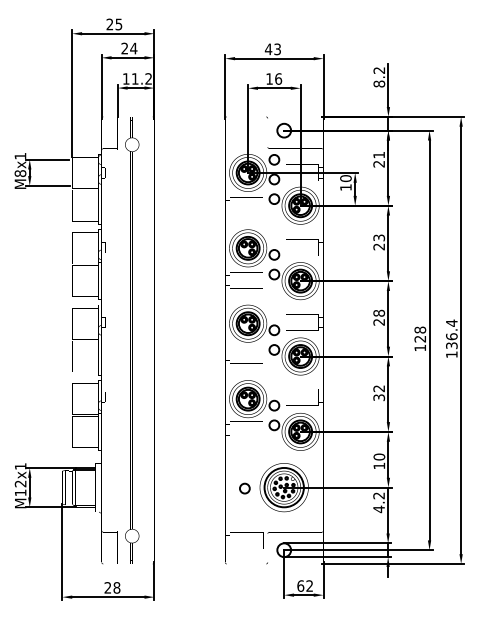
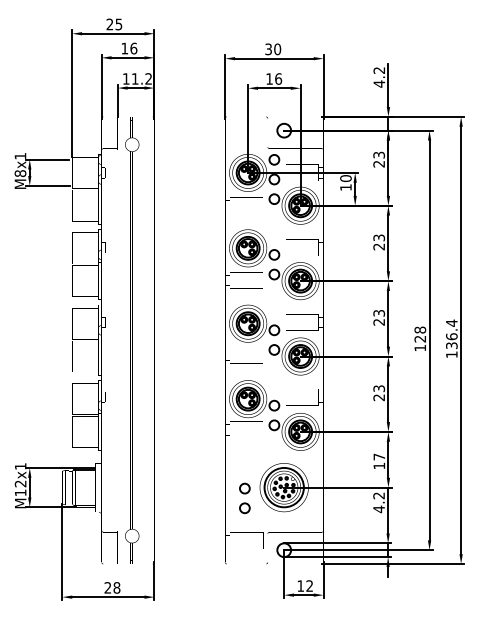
text at (129, 48): 24 -> 16
text at (272, 49): 43 -> 30
text at (379, 83): 8.2 -> 4.2
text at (379, 154): 21 -> 23
text at (378, 312): 28 -> 23
text at (379, 393): 32 -> 23
text at (379, 456): 10 -> 17
part at (244, 508): none -> present
text at (300, 585): 62 -> 12
